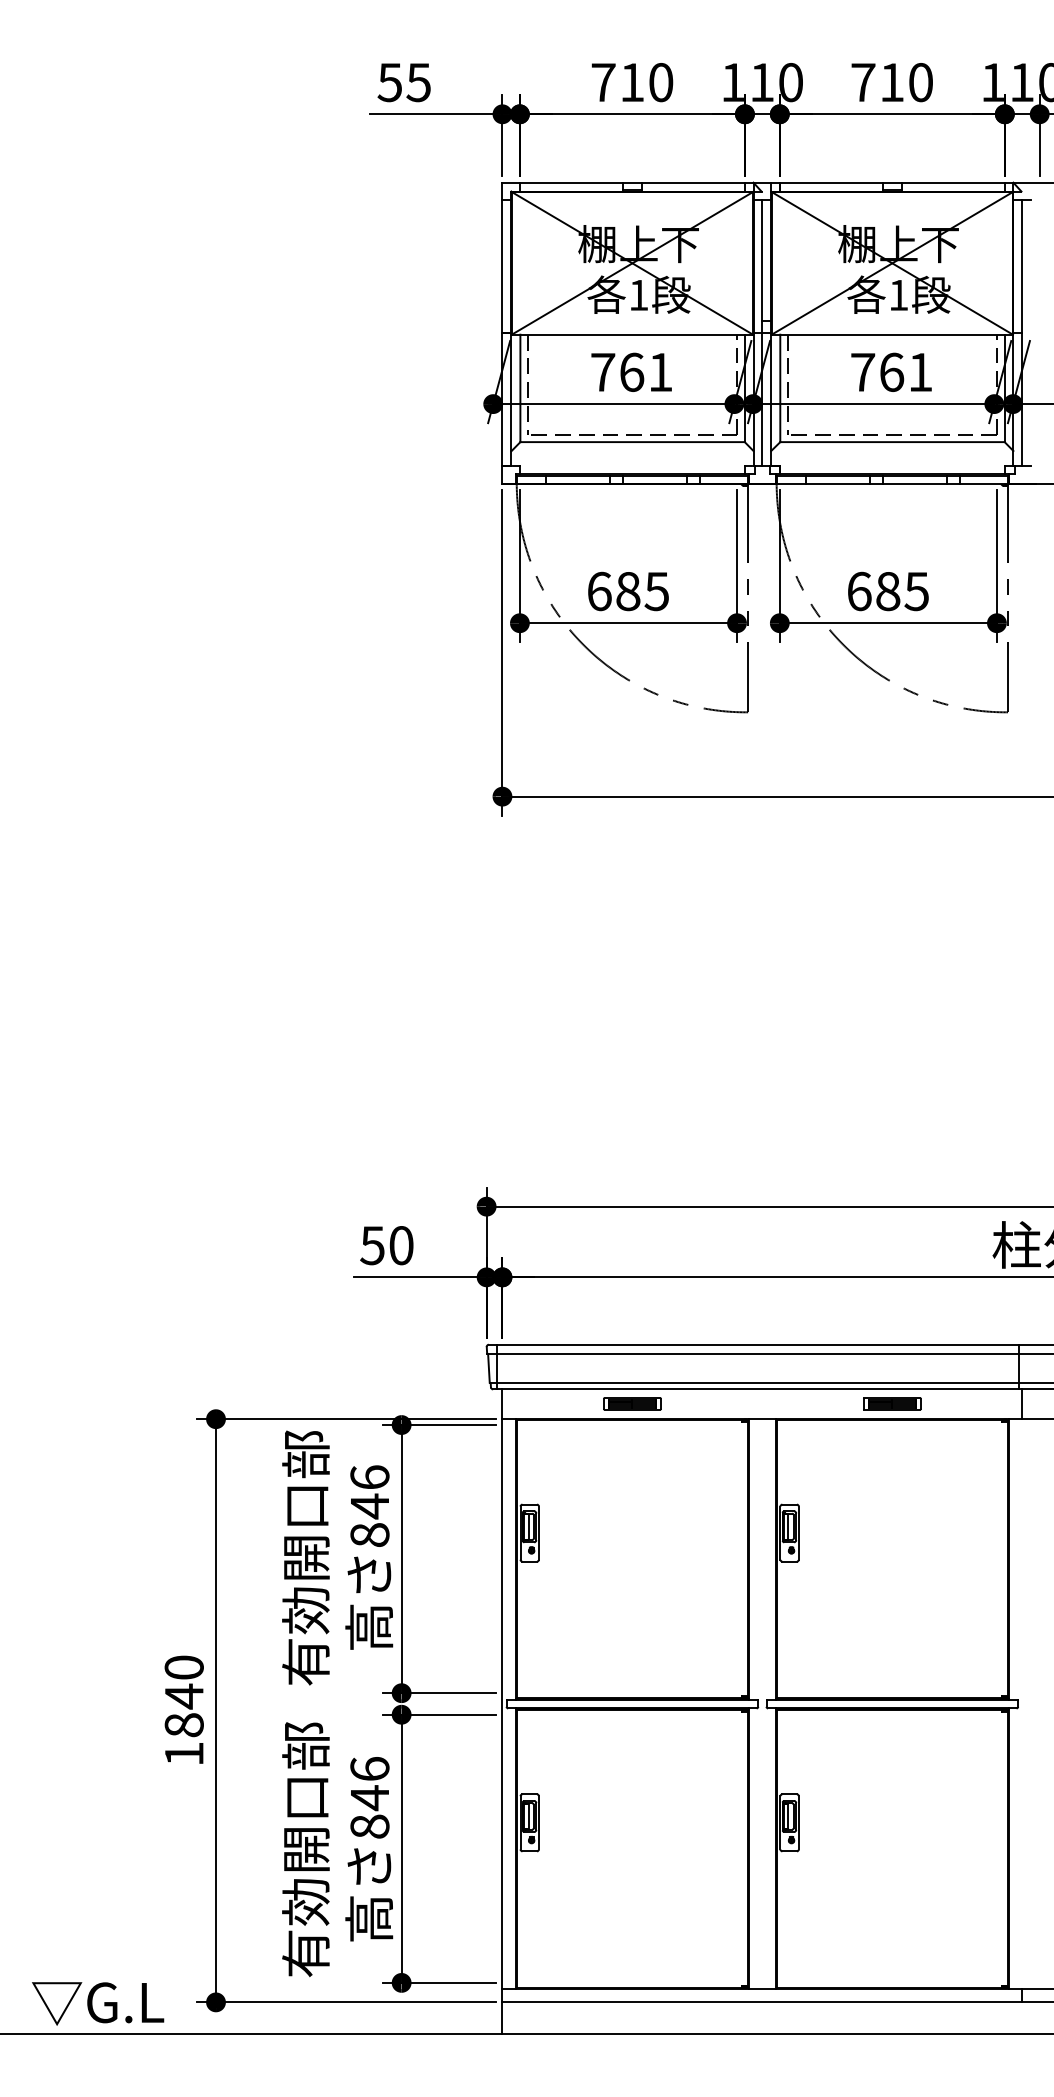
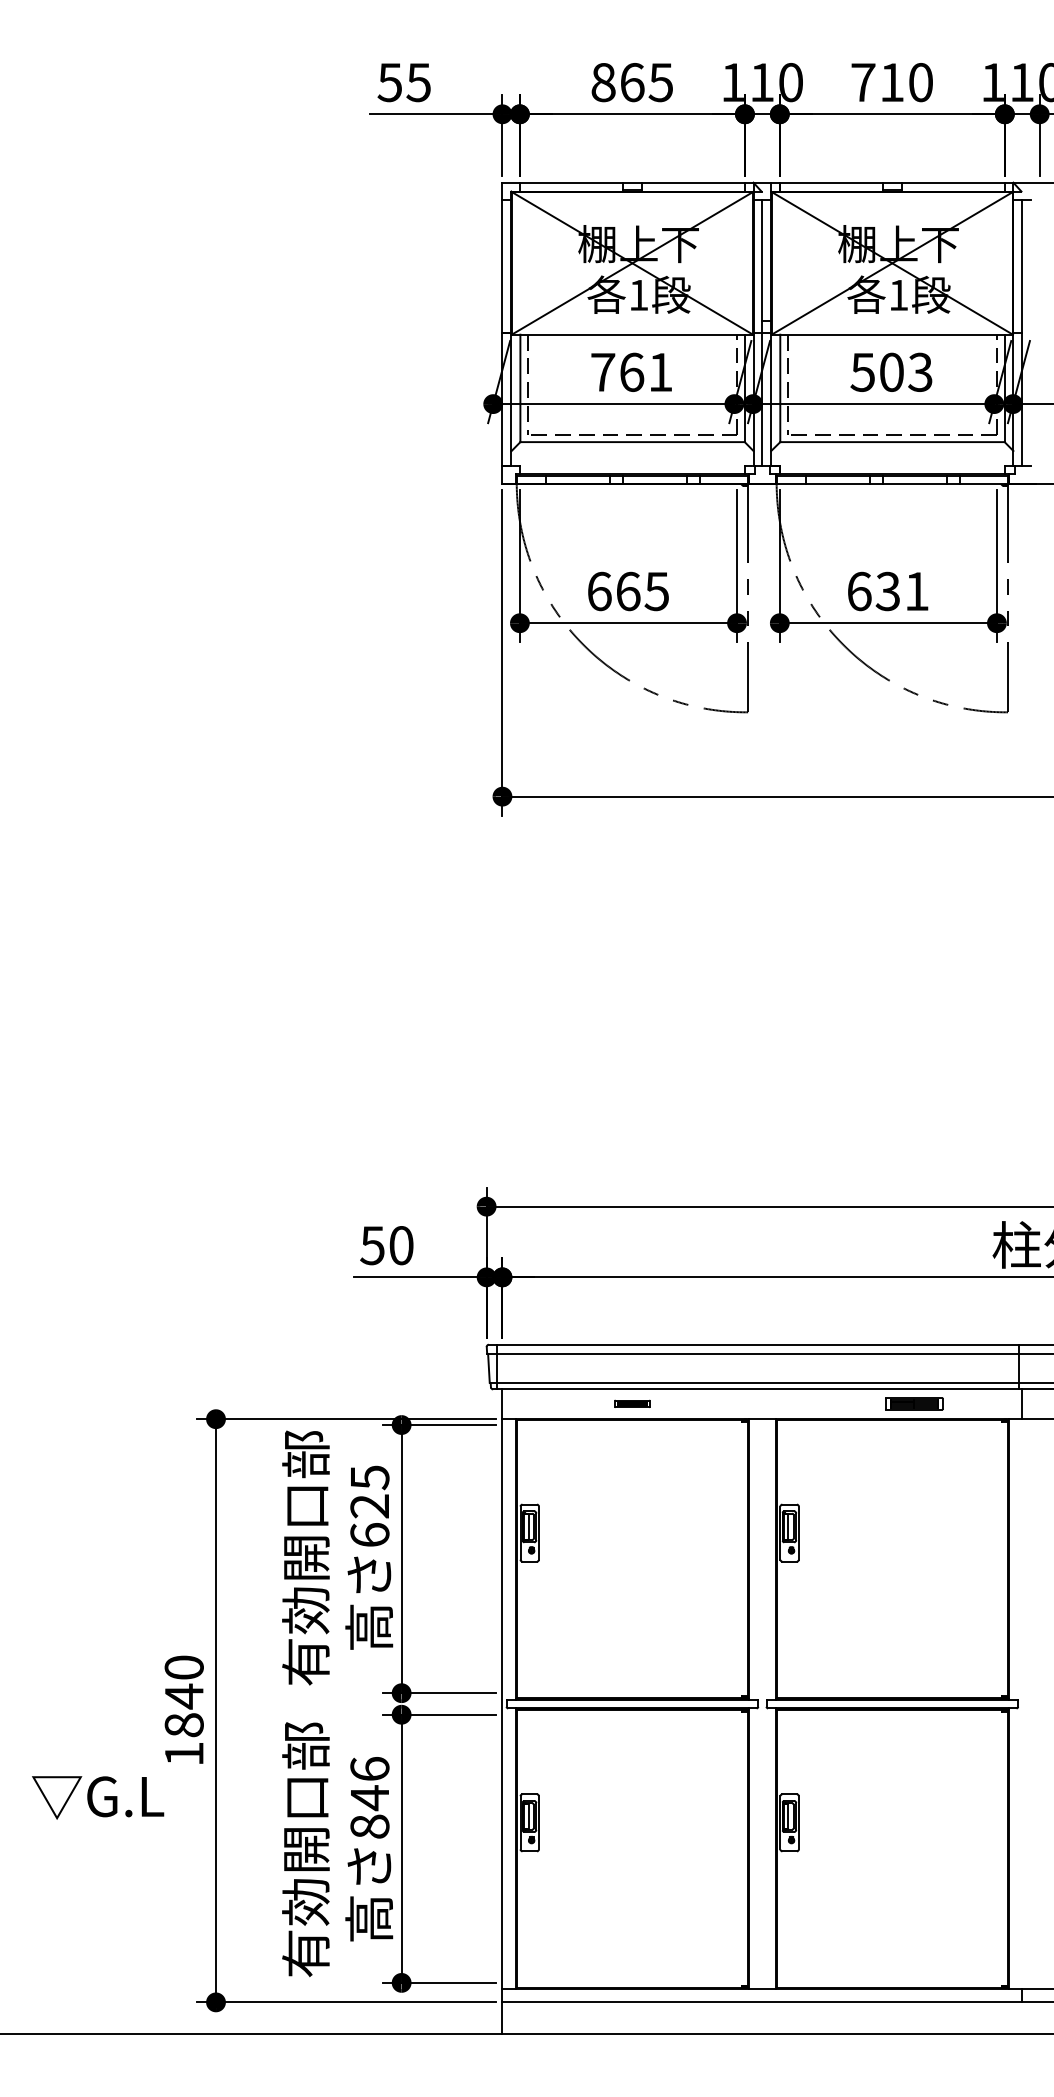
text at (632, 82): 710 -> 865
text at (891, 371): 761 -> 503
text at (628, 591): 685 -> 665
text at (901, 591): 685 -> 631
part at (632, 1403) size: 59x14 px -> 37x9 px
part at (892, 1403) position: (892, 1403) -> (914, 1403)
text at (369, 1505): 846 -> 625
text at (98, 2003) position: (98, 2003) -> (98, 1797)
